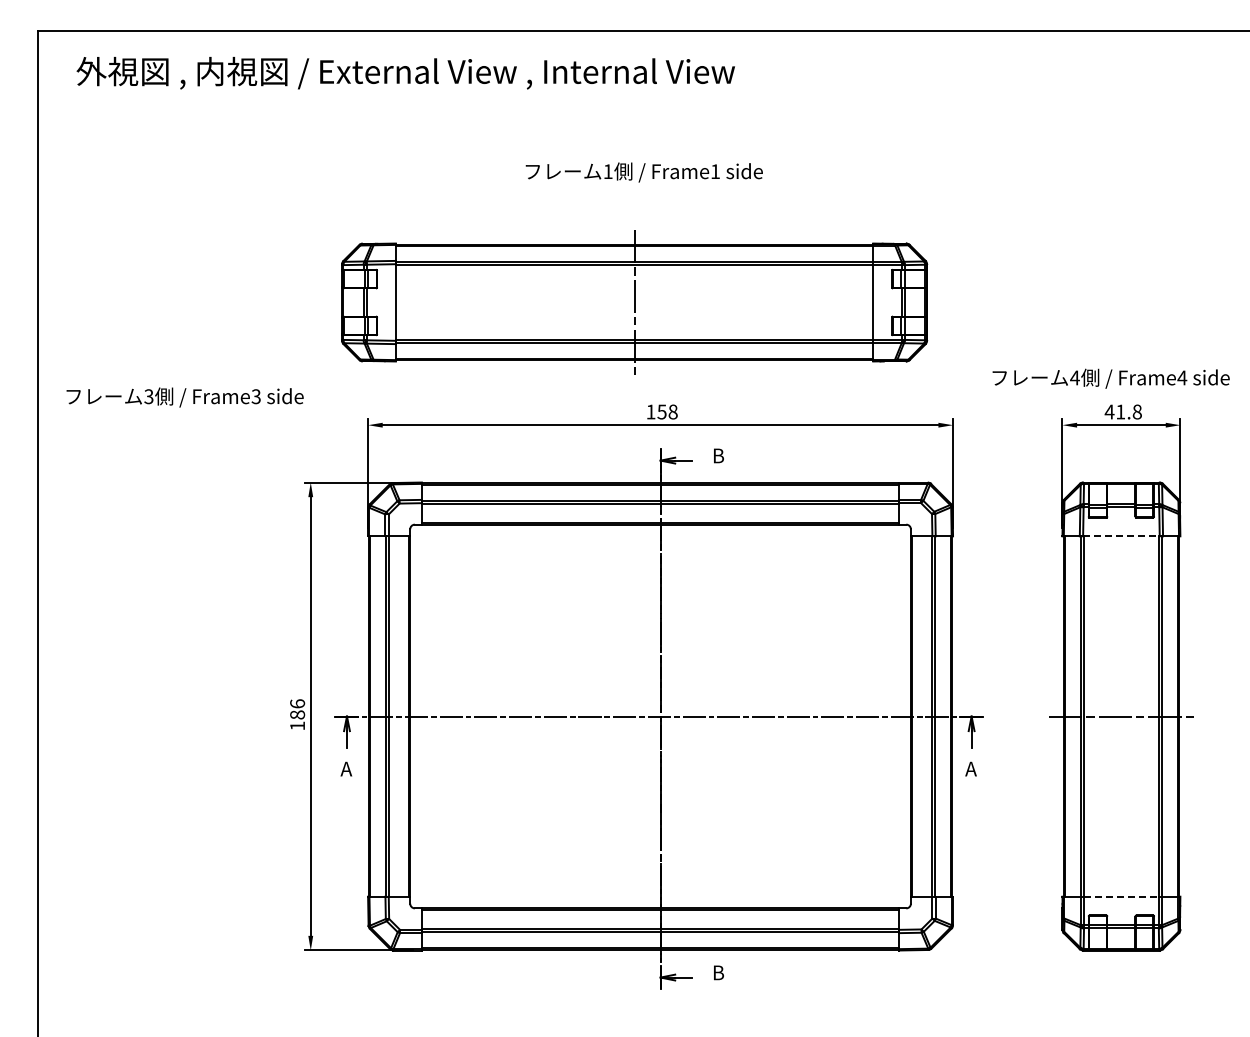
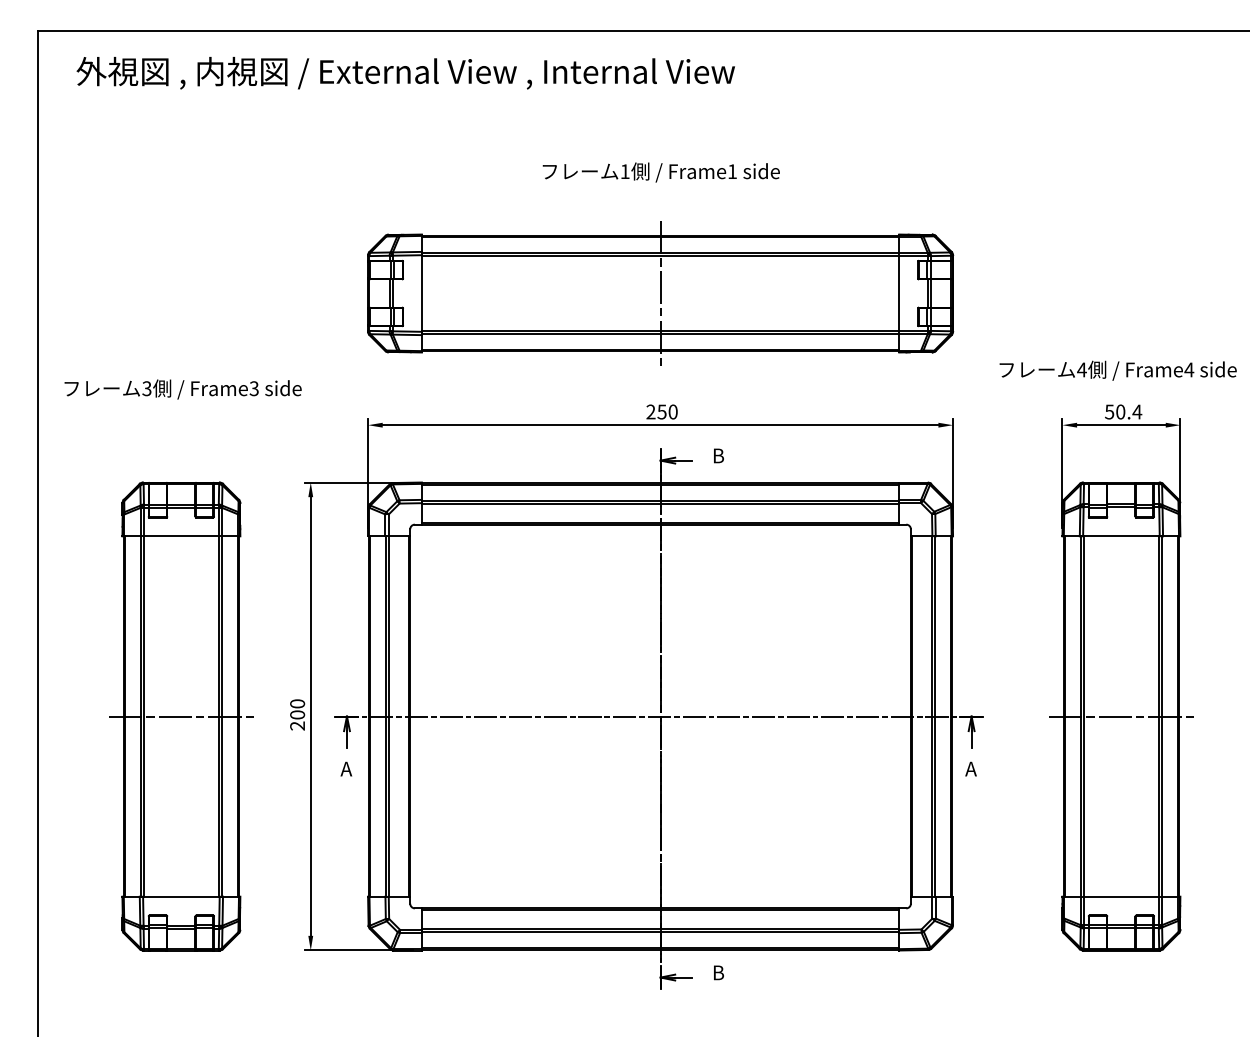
text at (643, 172) position: (643, 172) -> (660, 172)
part at (634, 302) position: (634, 302) -> (660, 293)
text at (1110, 378) position: (1110, 378) -> (1117, 370)
text at (184, 397) position: (184, 397) -> (182, 389)
text at (661, 411): 158 -> 250
text at (1123, 411): 41.8 -> 50.4
line at (1121, 536): dashed -> solid
text at (297, 714): 186 -> 200
part at (181, 716): none -> present
line at (1121, 896): dashed -> solid
